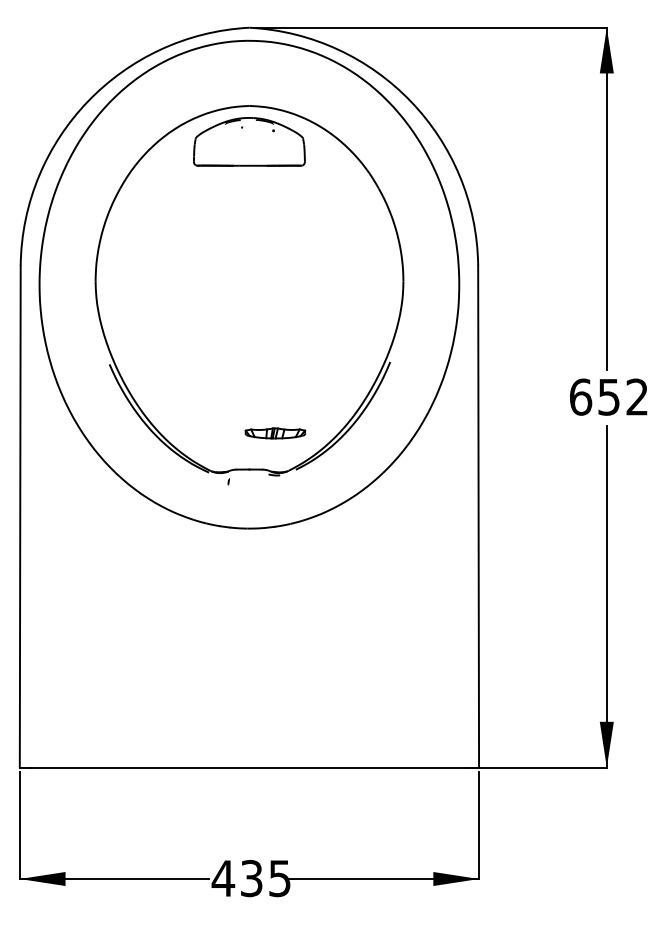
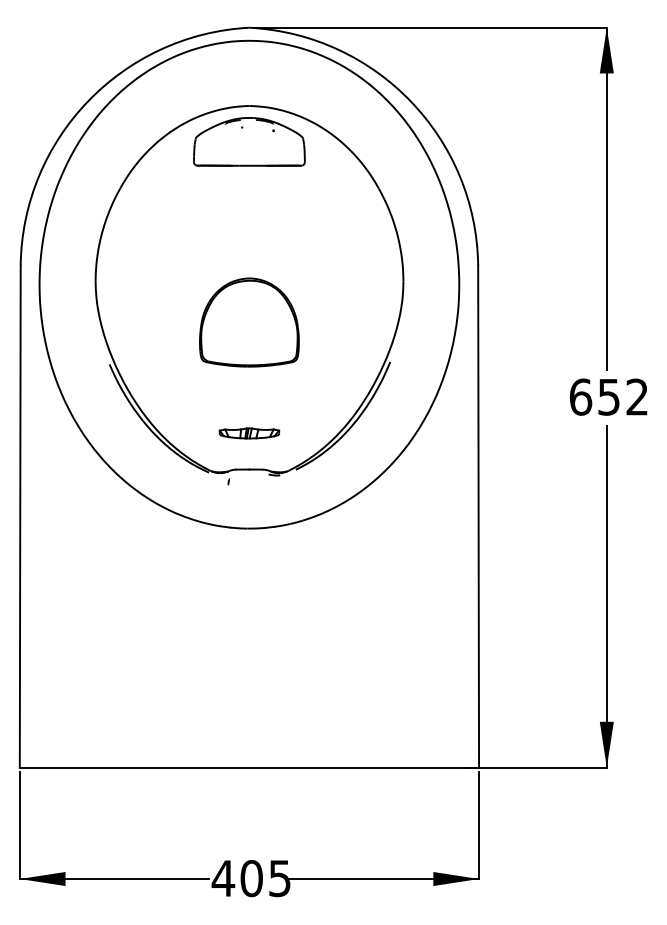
part at (249, 322): none -> present
part at (275, 433) position: (275, 433) -> (249, 433)
text at (251, 878): 435 -> 405
